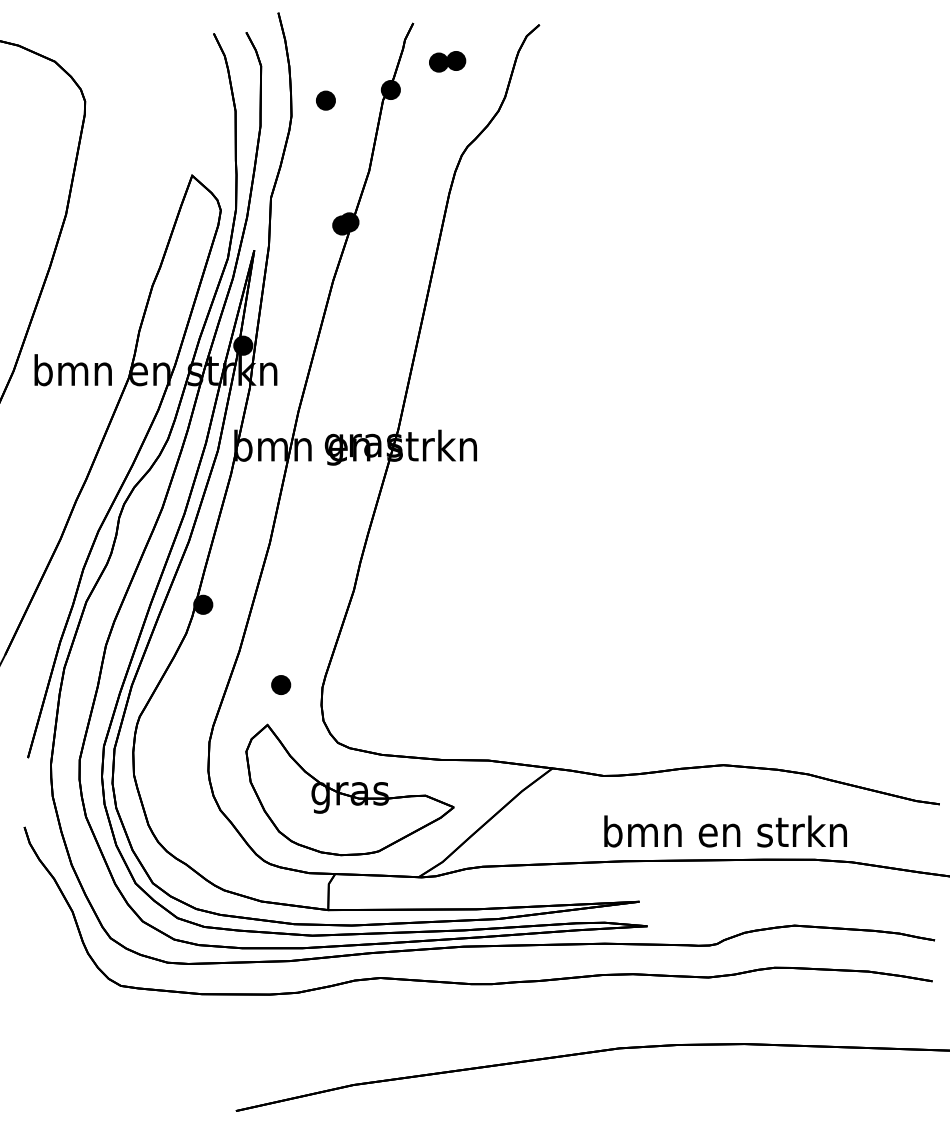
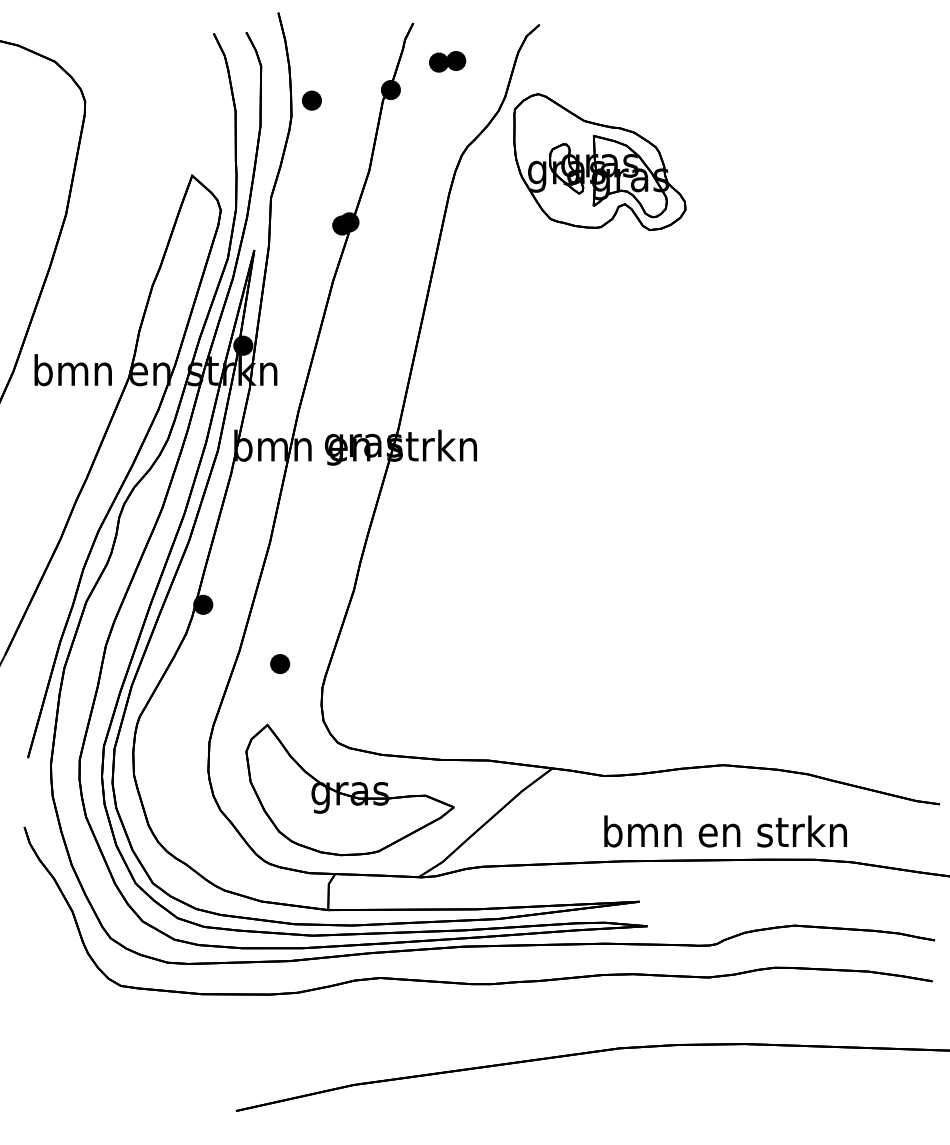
part at (325, 100) position: (325, 100) -> (311, 100)
part at (599, 161): none -> present
part at (281, 684) position: (281, 684) -> (280, 663)
